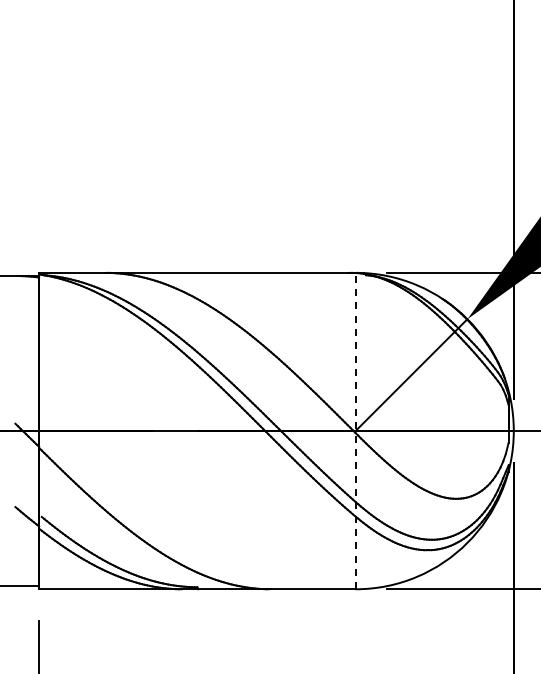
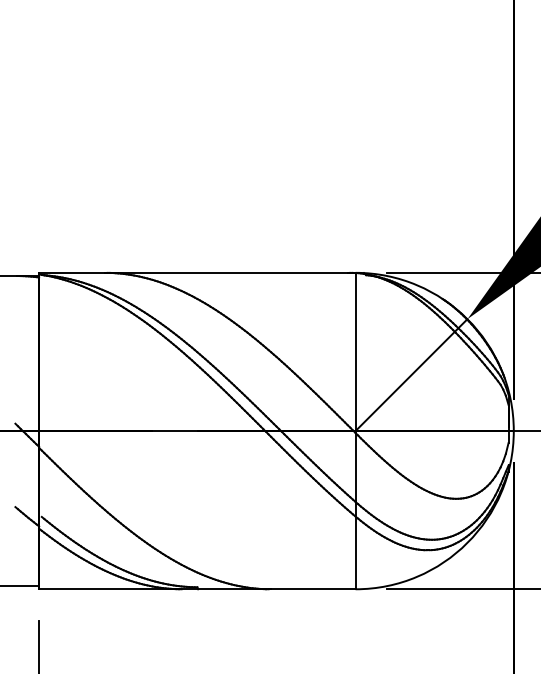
line at (355, 430): dashed -> solid
